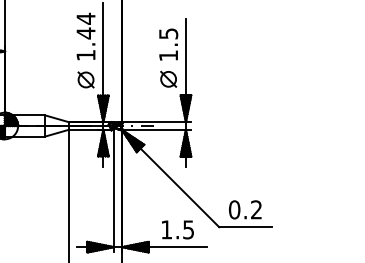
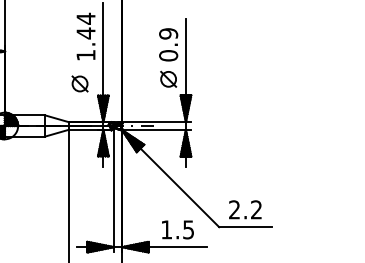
text at (168, 44): 1.5 -> 0.9
part at (85, 79) position: (85, 79) -> (79, 83)
text at (234, 209): 0.2 -> 2.2
